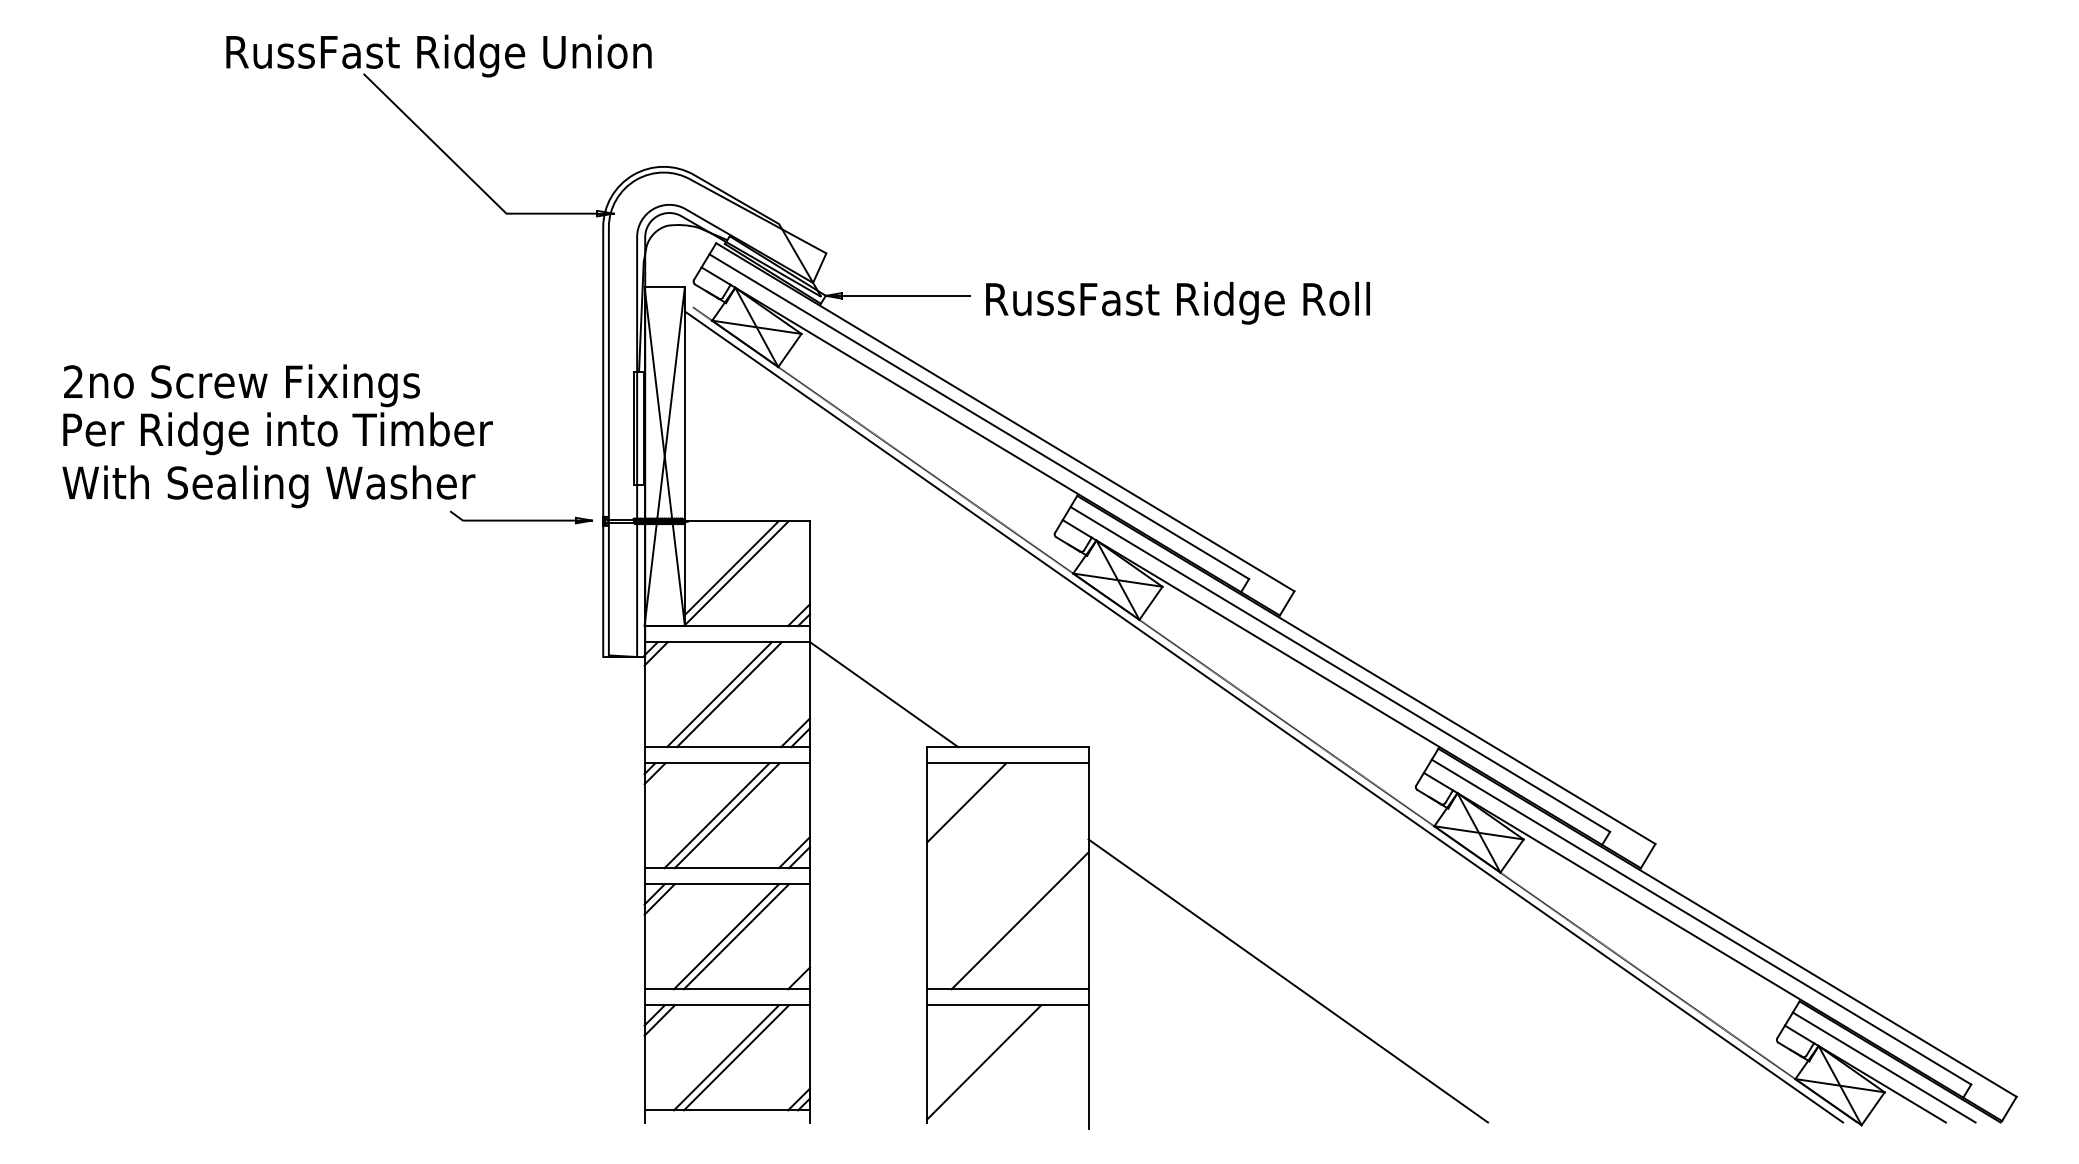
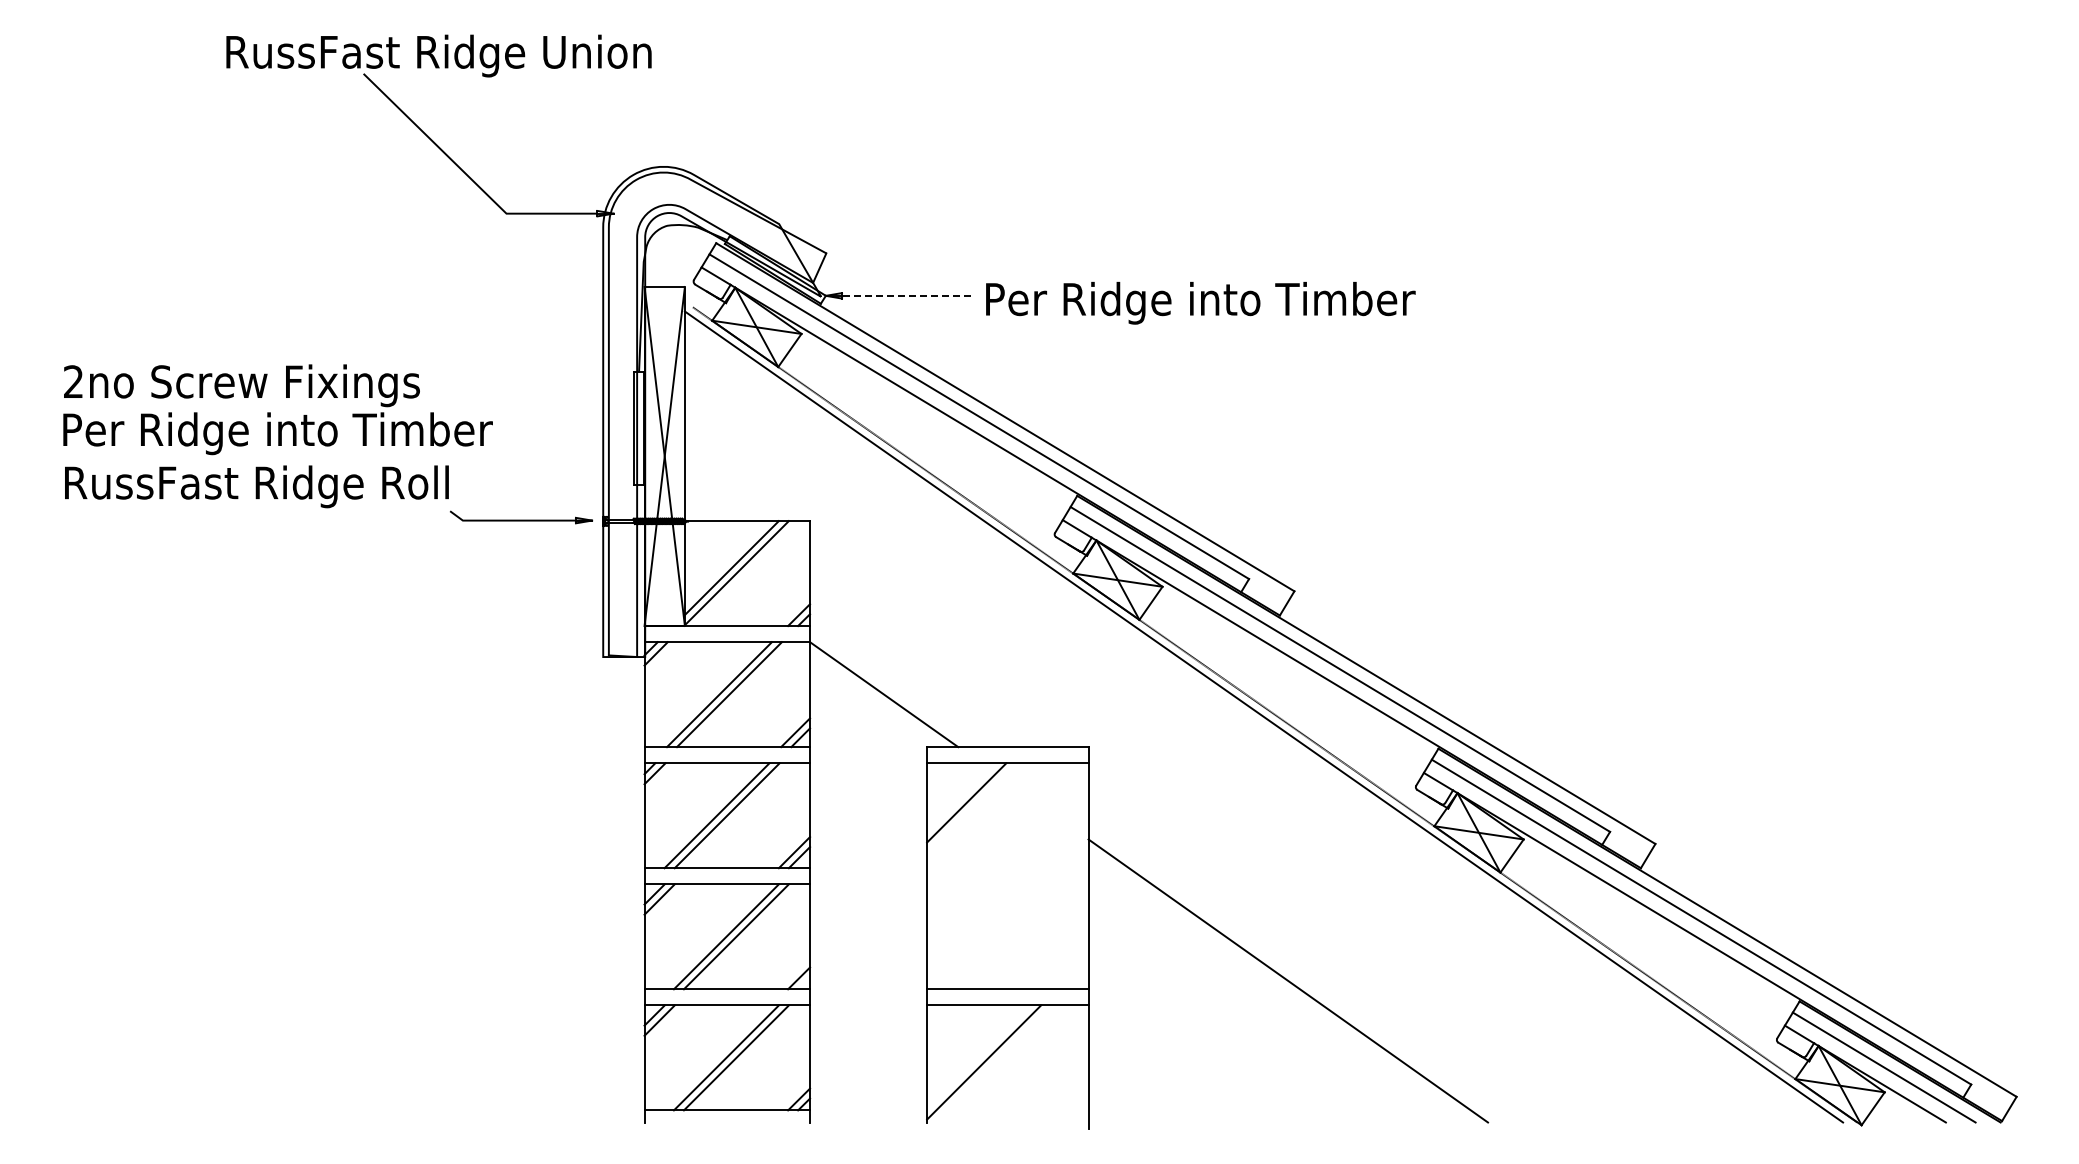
line at (905, 295): solid -> dashed
text at (1202, 302): RussFast Ridge Roll -> Per Ridge into Timber
text at (268, 486): With Sealing Washer -> RussFast Ridge Roll
line at (1019, 920): present -> none
